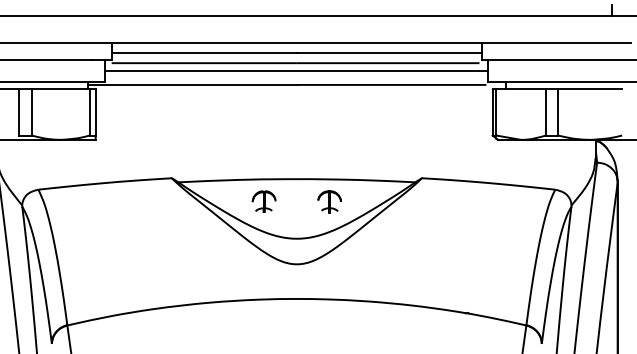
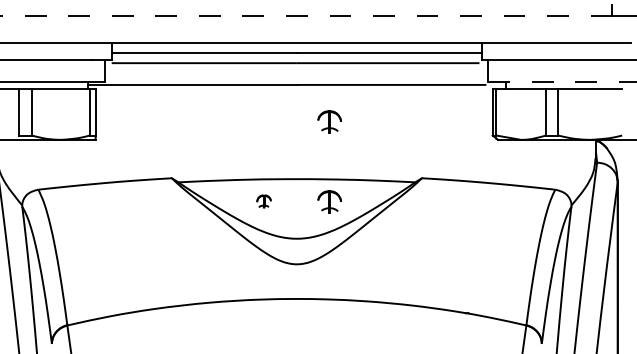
line at (306, 15): solid -> dashed
line at (296, 71): present -> none
line at (562, 82): solid -> dashed
part at (329, 121): none -> present
part at (263, 201) size: 26x23 px -> 16x15 px
